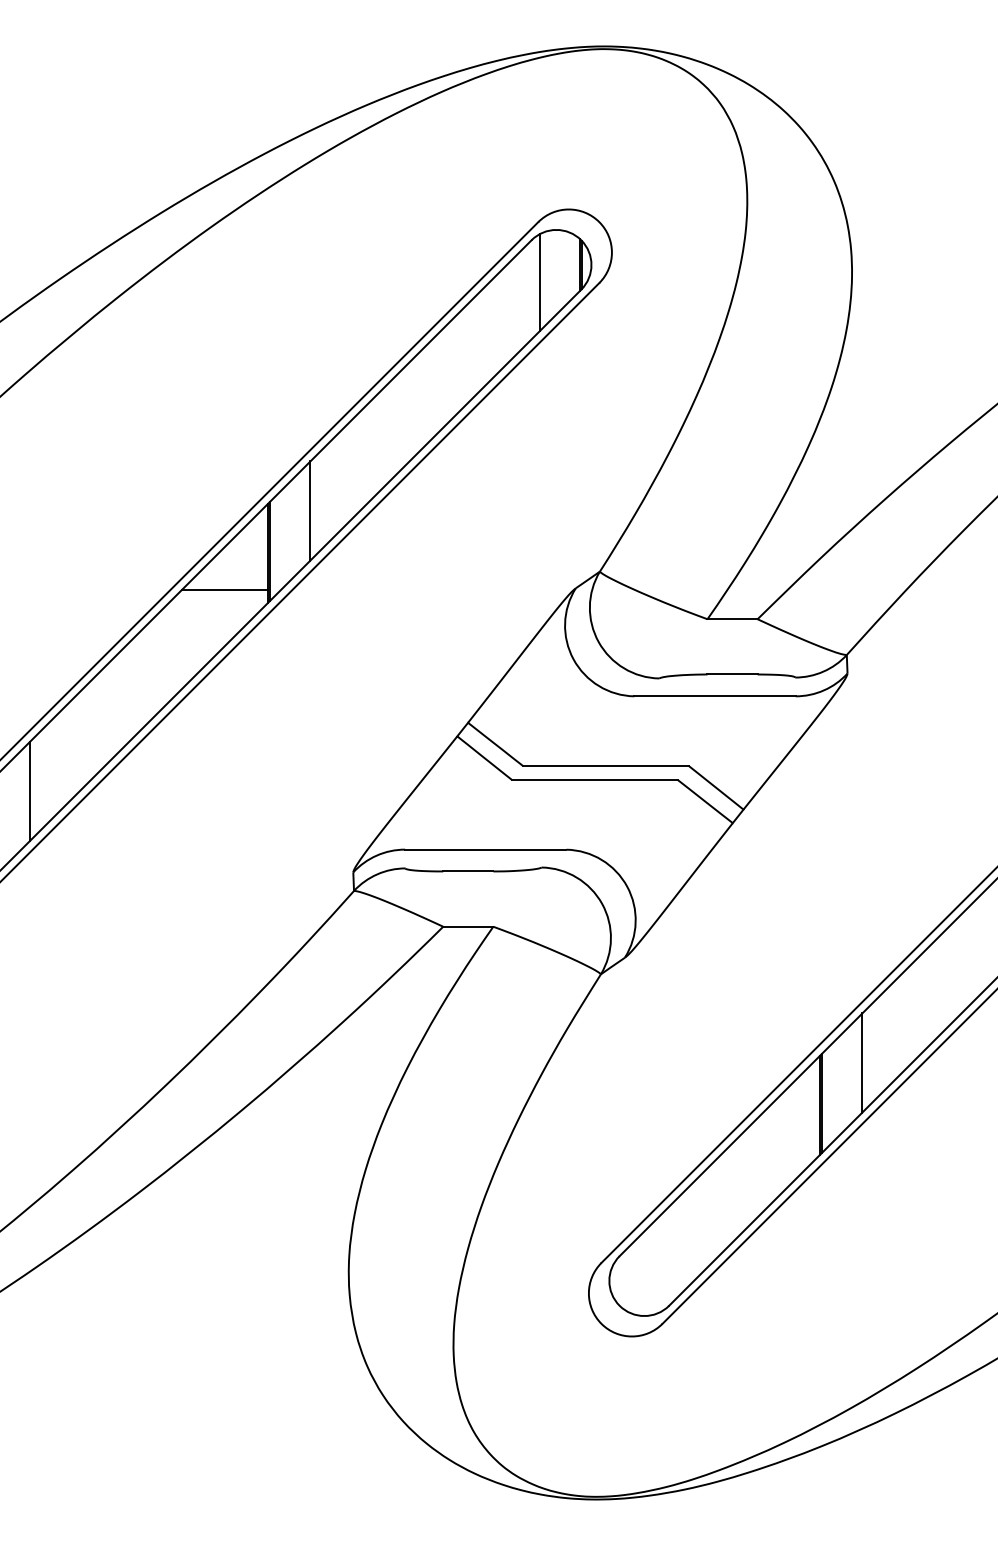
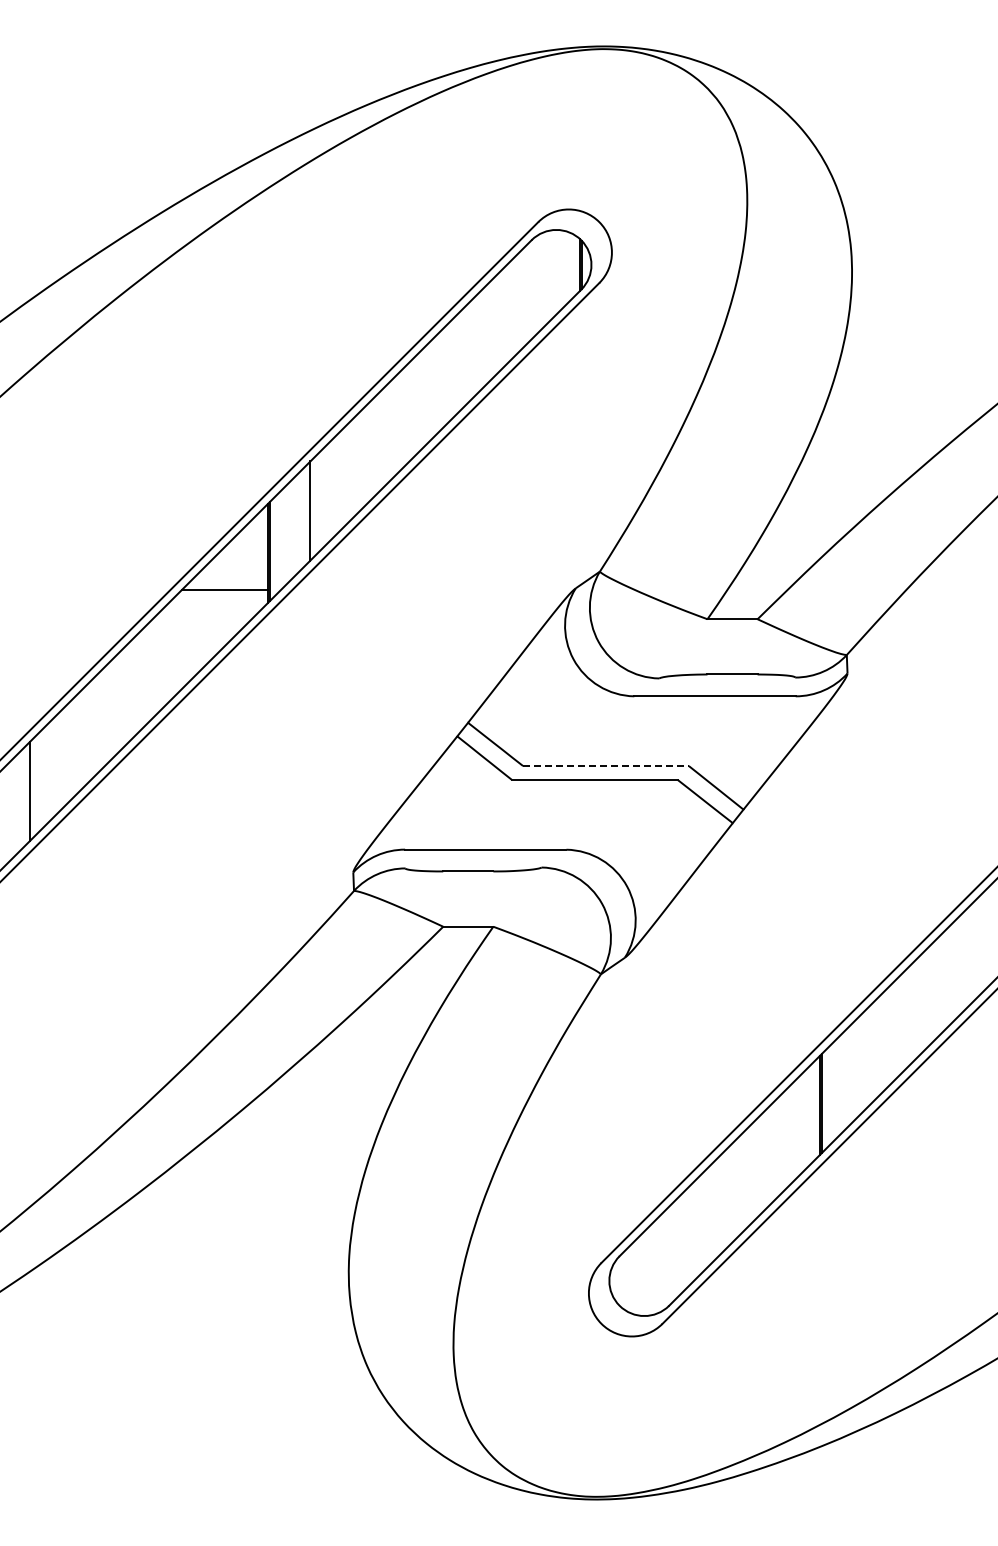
line at (539, 282): present -> none
line at (605, 766): solid -> dashed
line at (862, 1062): present -> none
